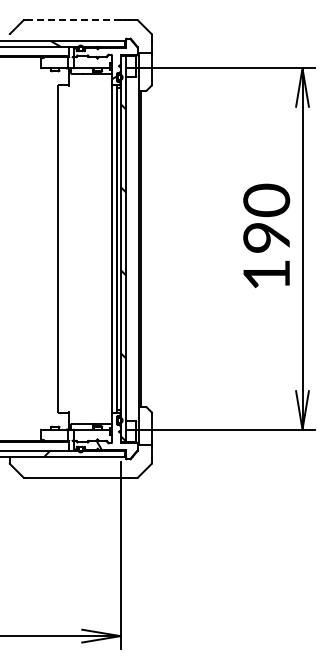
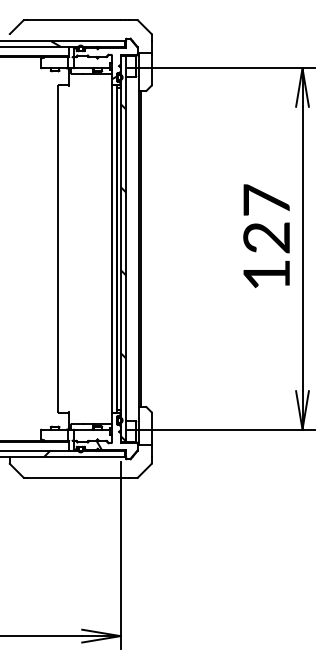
line at (74, 20): dashed -> solid
text at (266, 218): 190 -> 127
